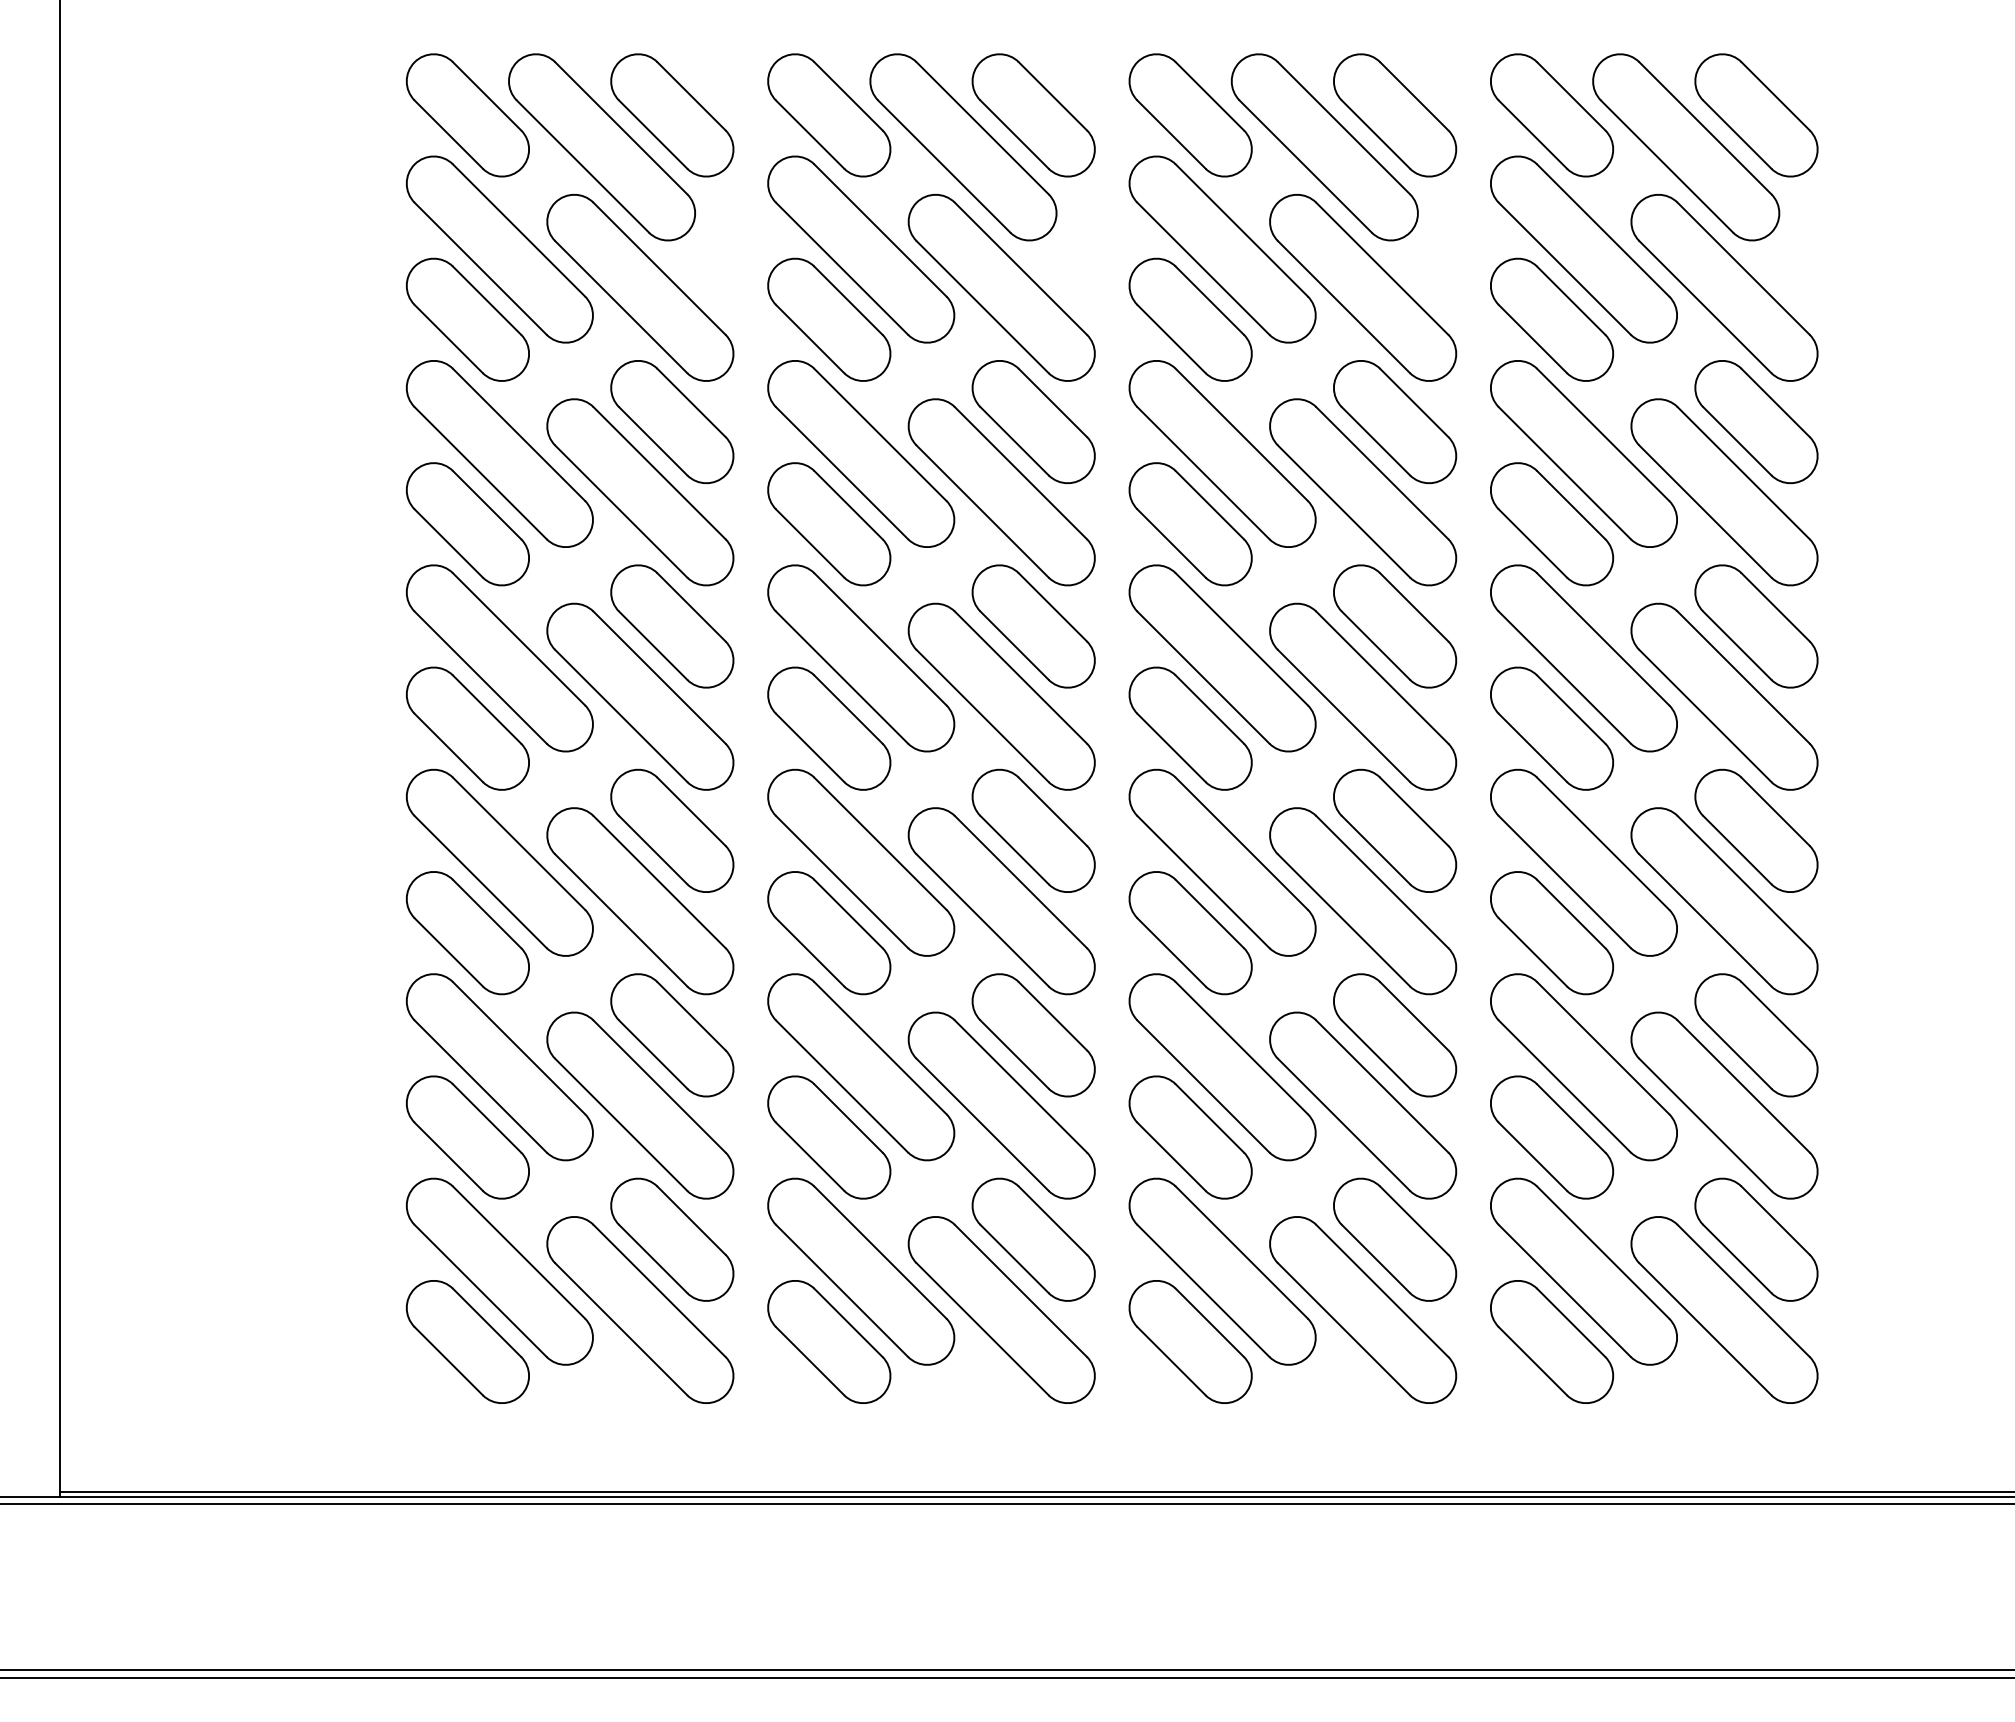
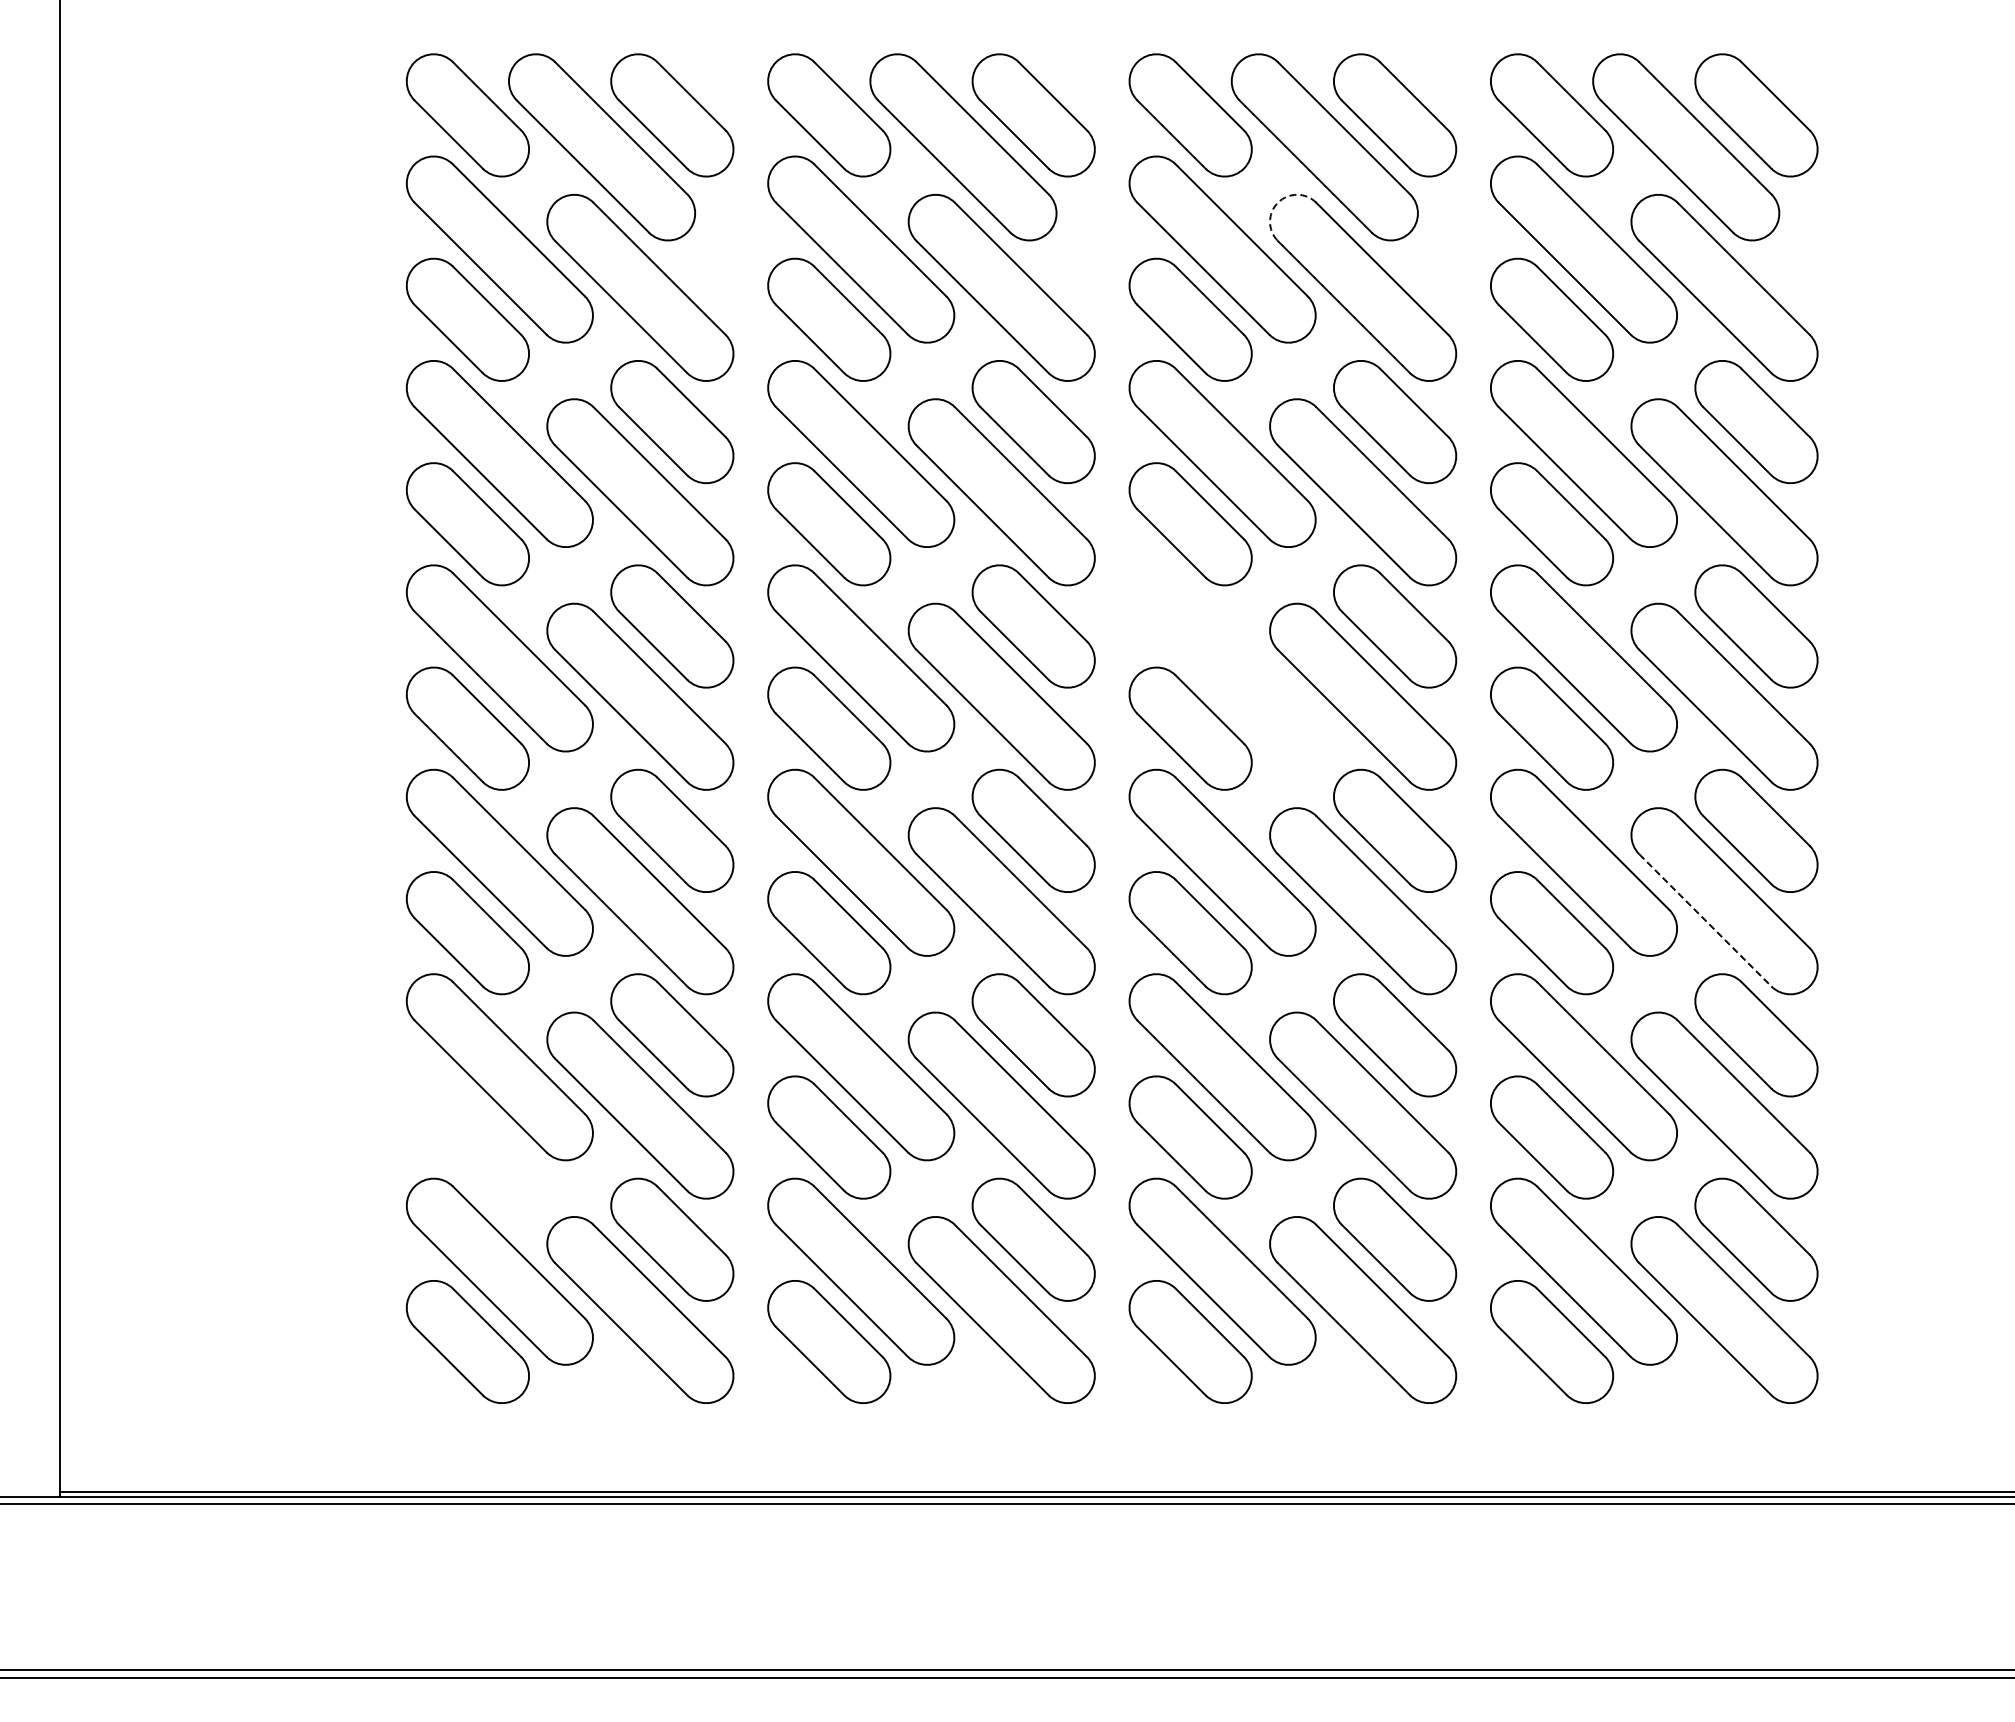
arc at (1277, 202): solid -> dashed
part at (1222, 658): present -> none
line at (1705, 920): solid -> dashed
part at (467, 1137): present -> none
